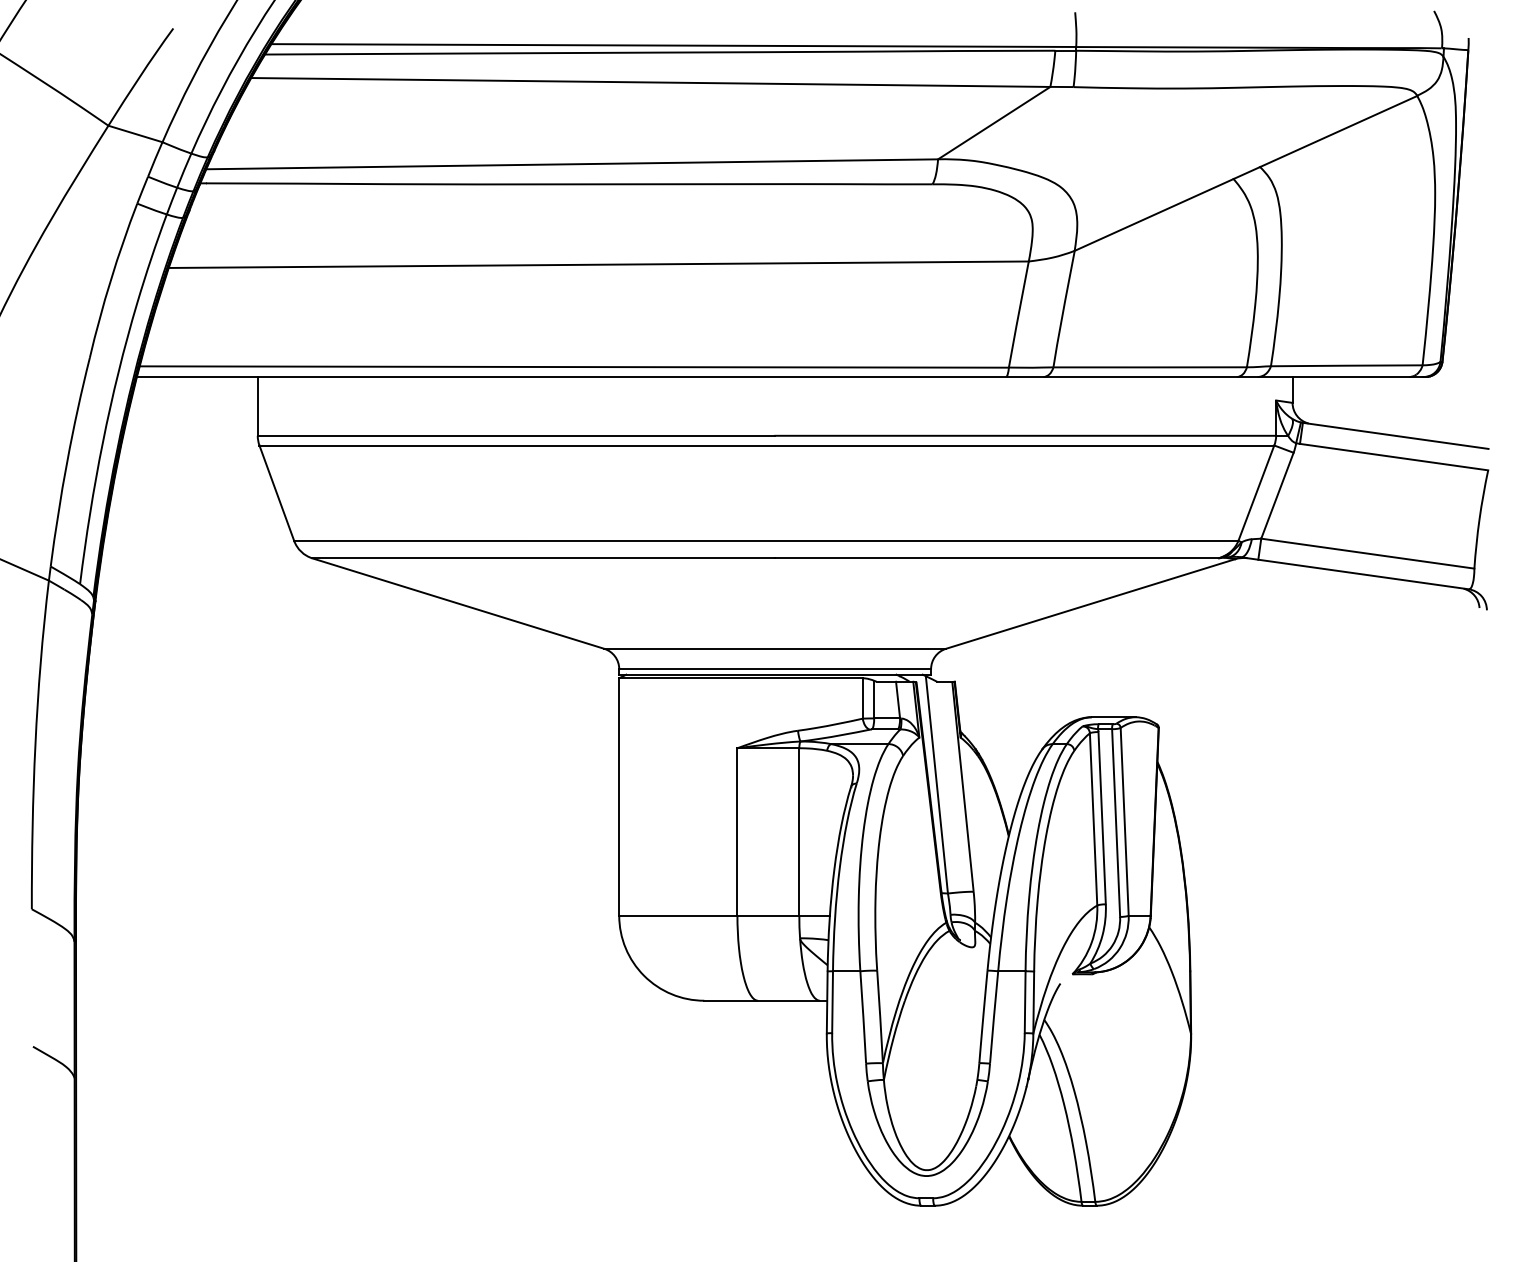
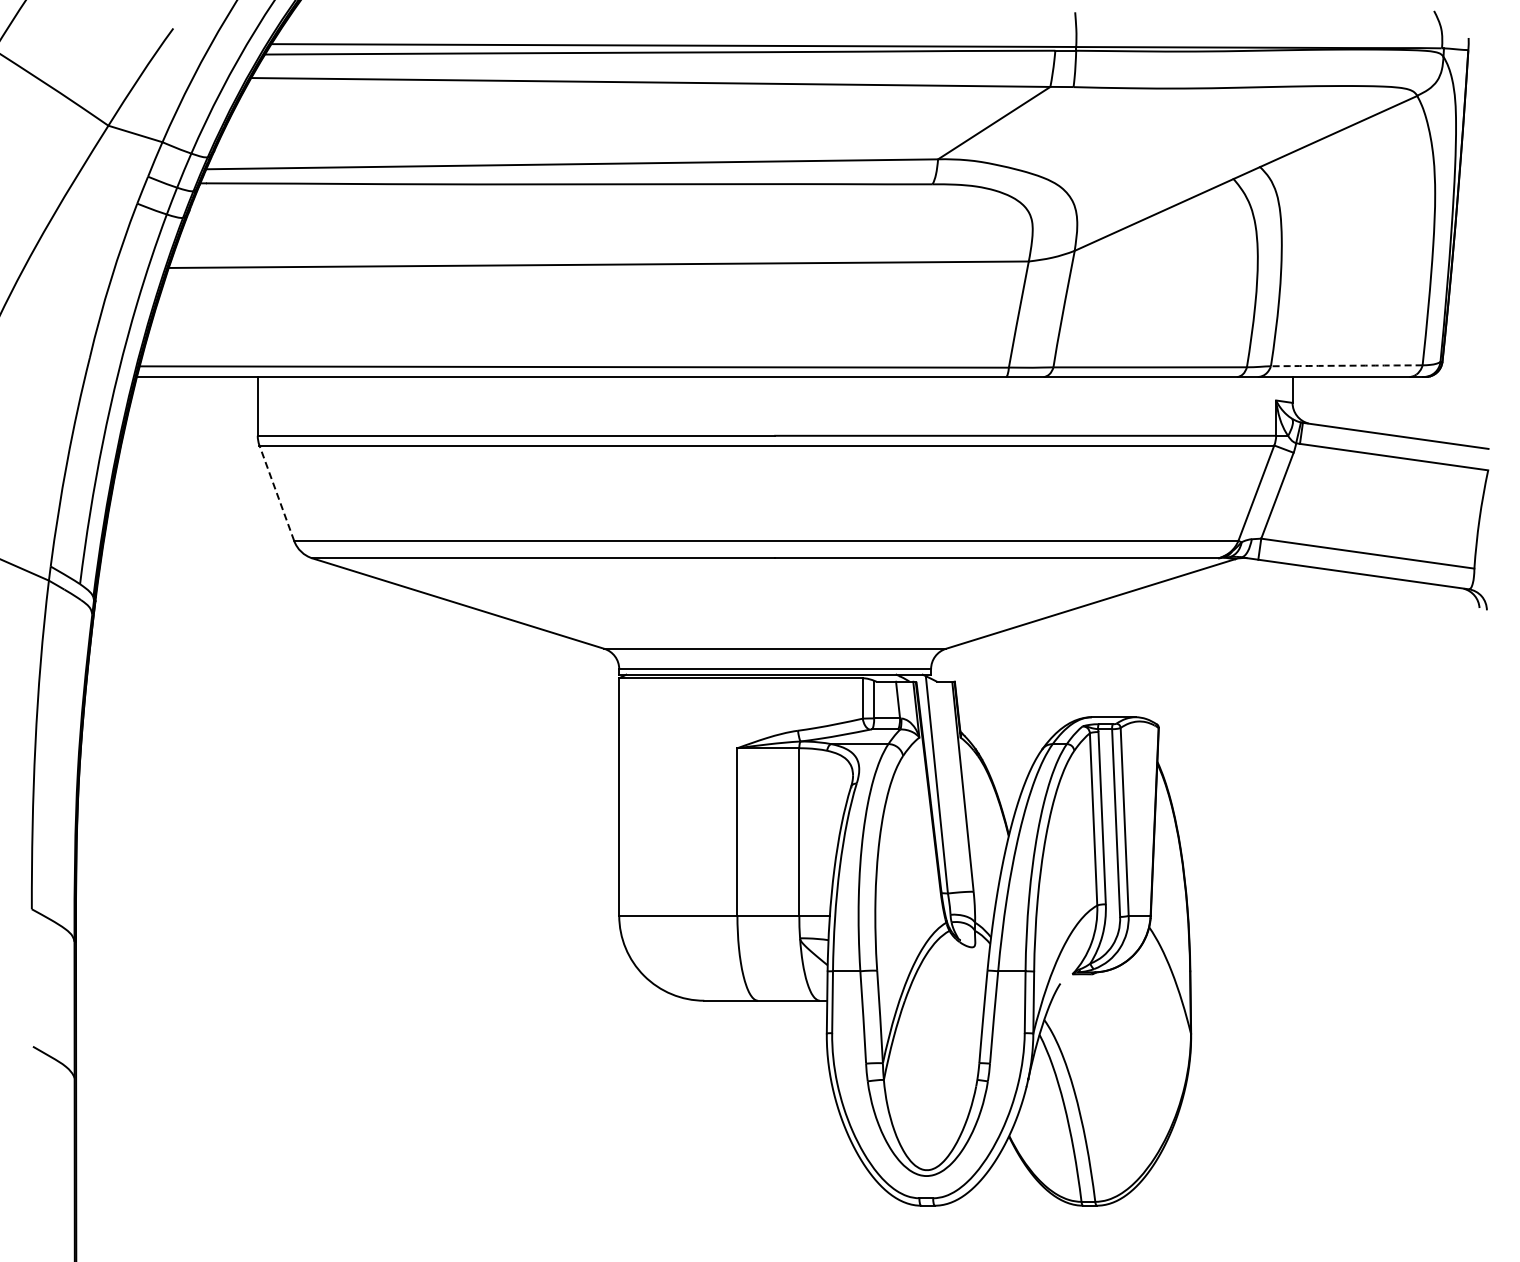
arc at (1346, 365): solid -> dashed
line at (276, 493): solid -> dashed
